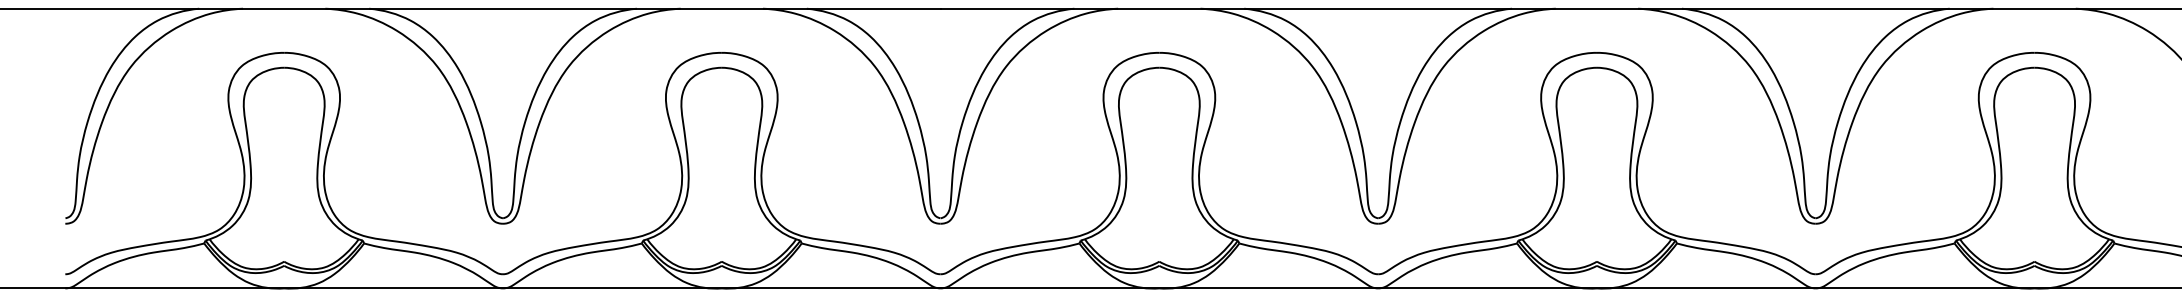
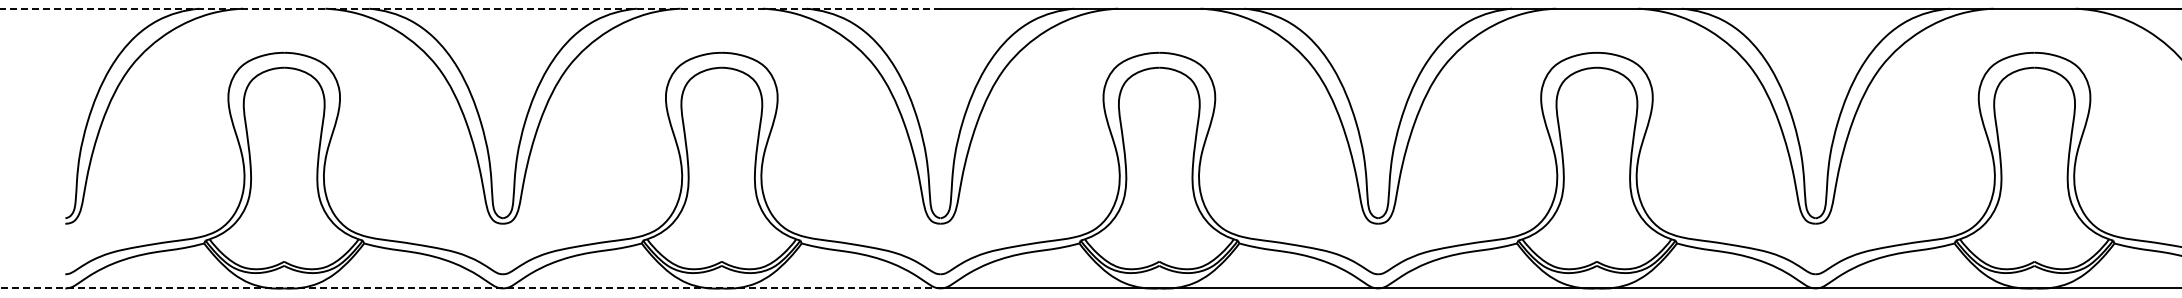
line at (469, 8): solid -> dashed
line at (470, 288): solid -> dashed
